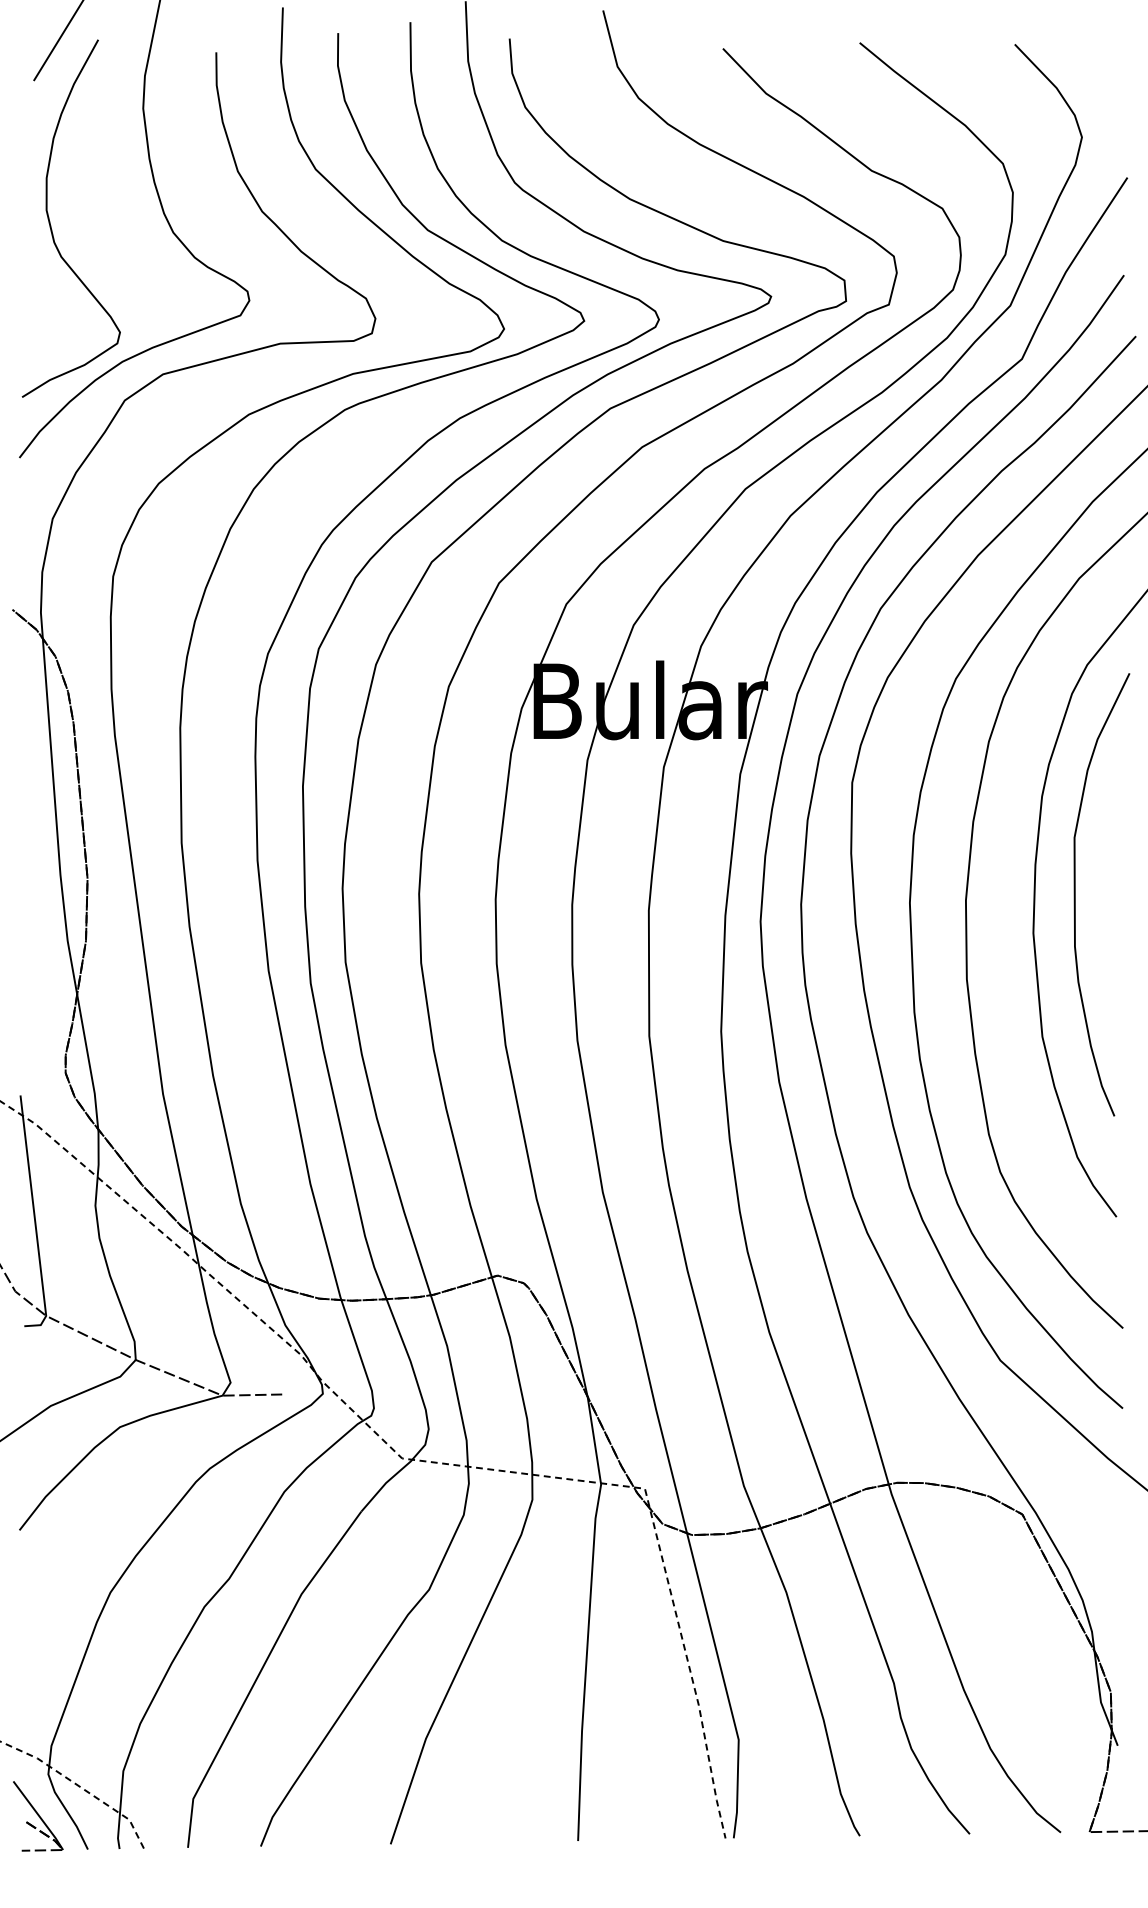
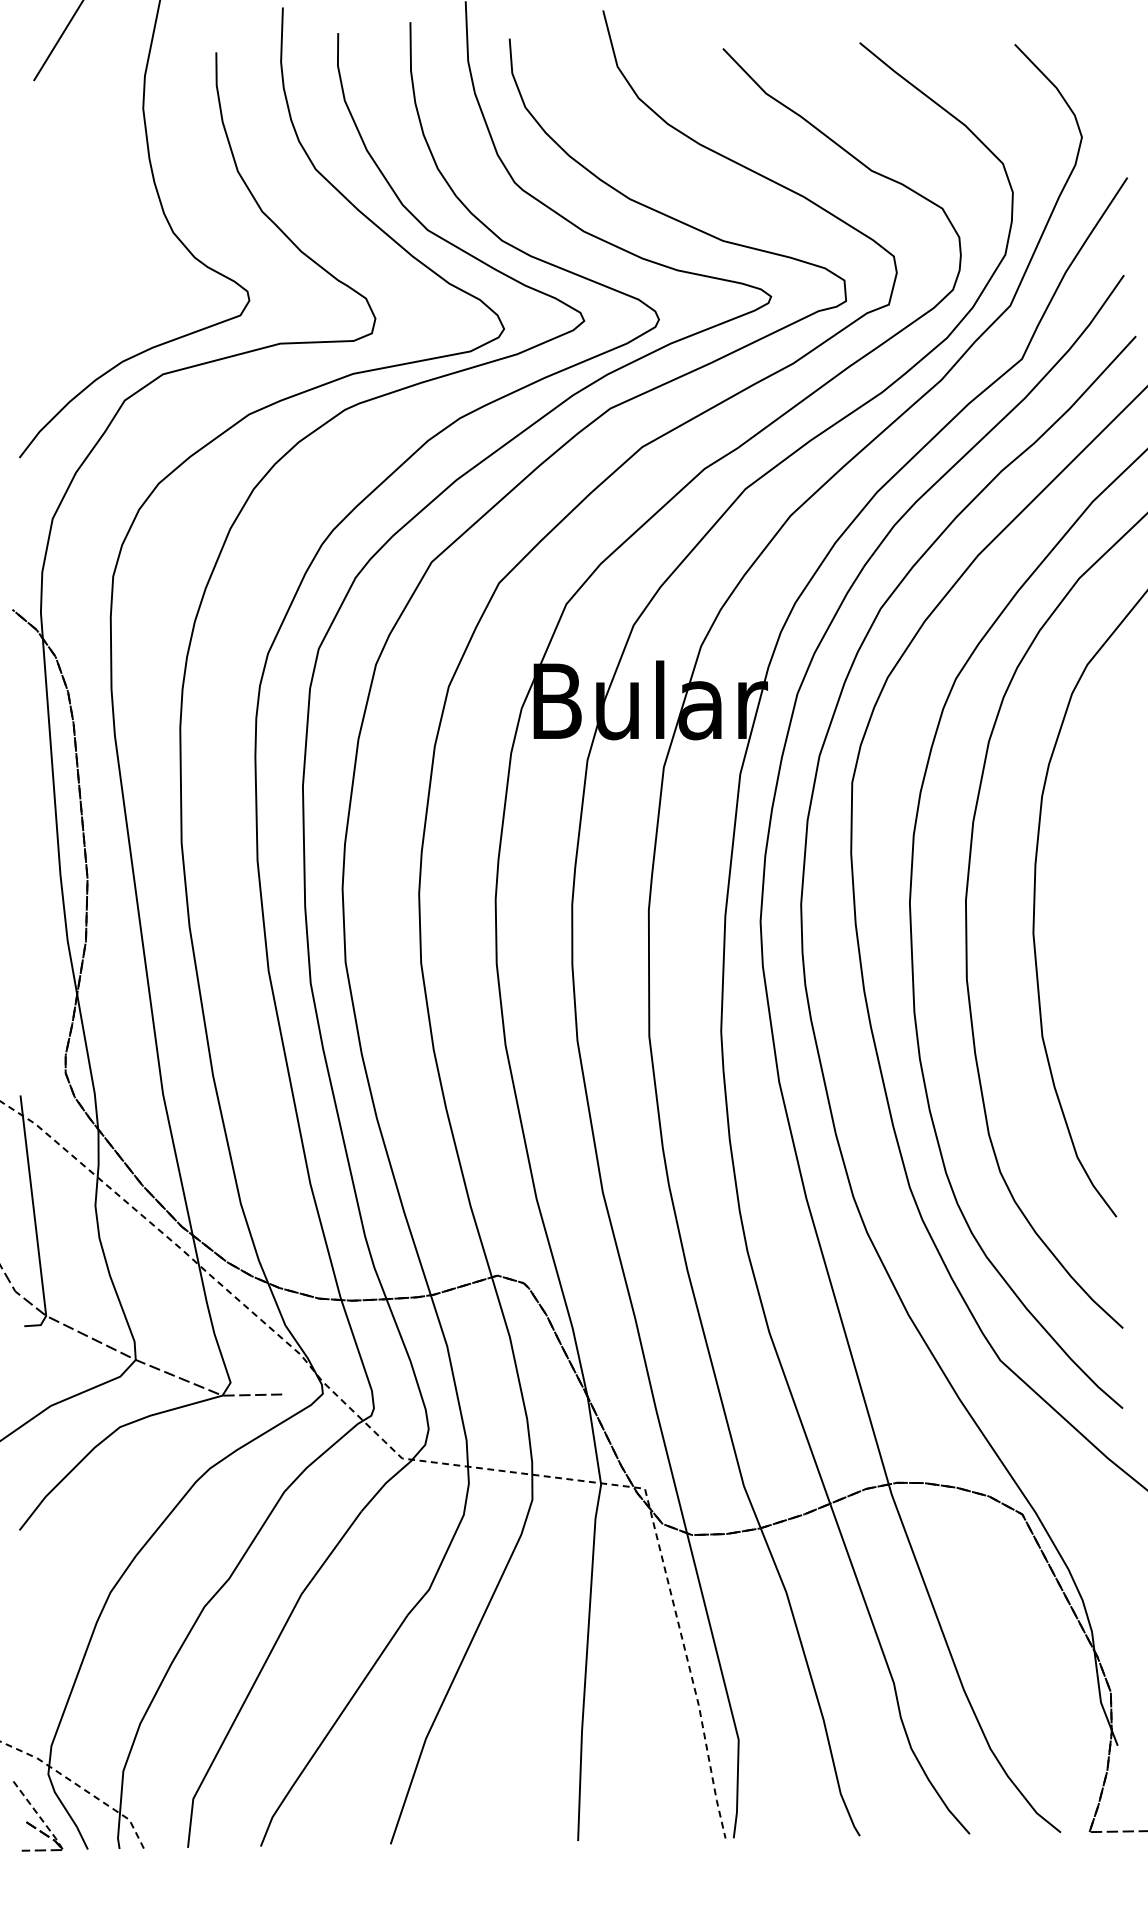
curve at (50, 221): present -> none
curve at (1075, 894): present -> none
line at (39, 1816): solid -> dashed
